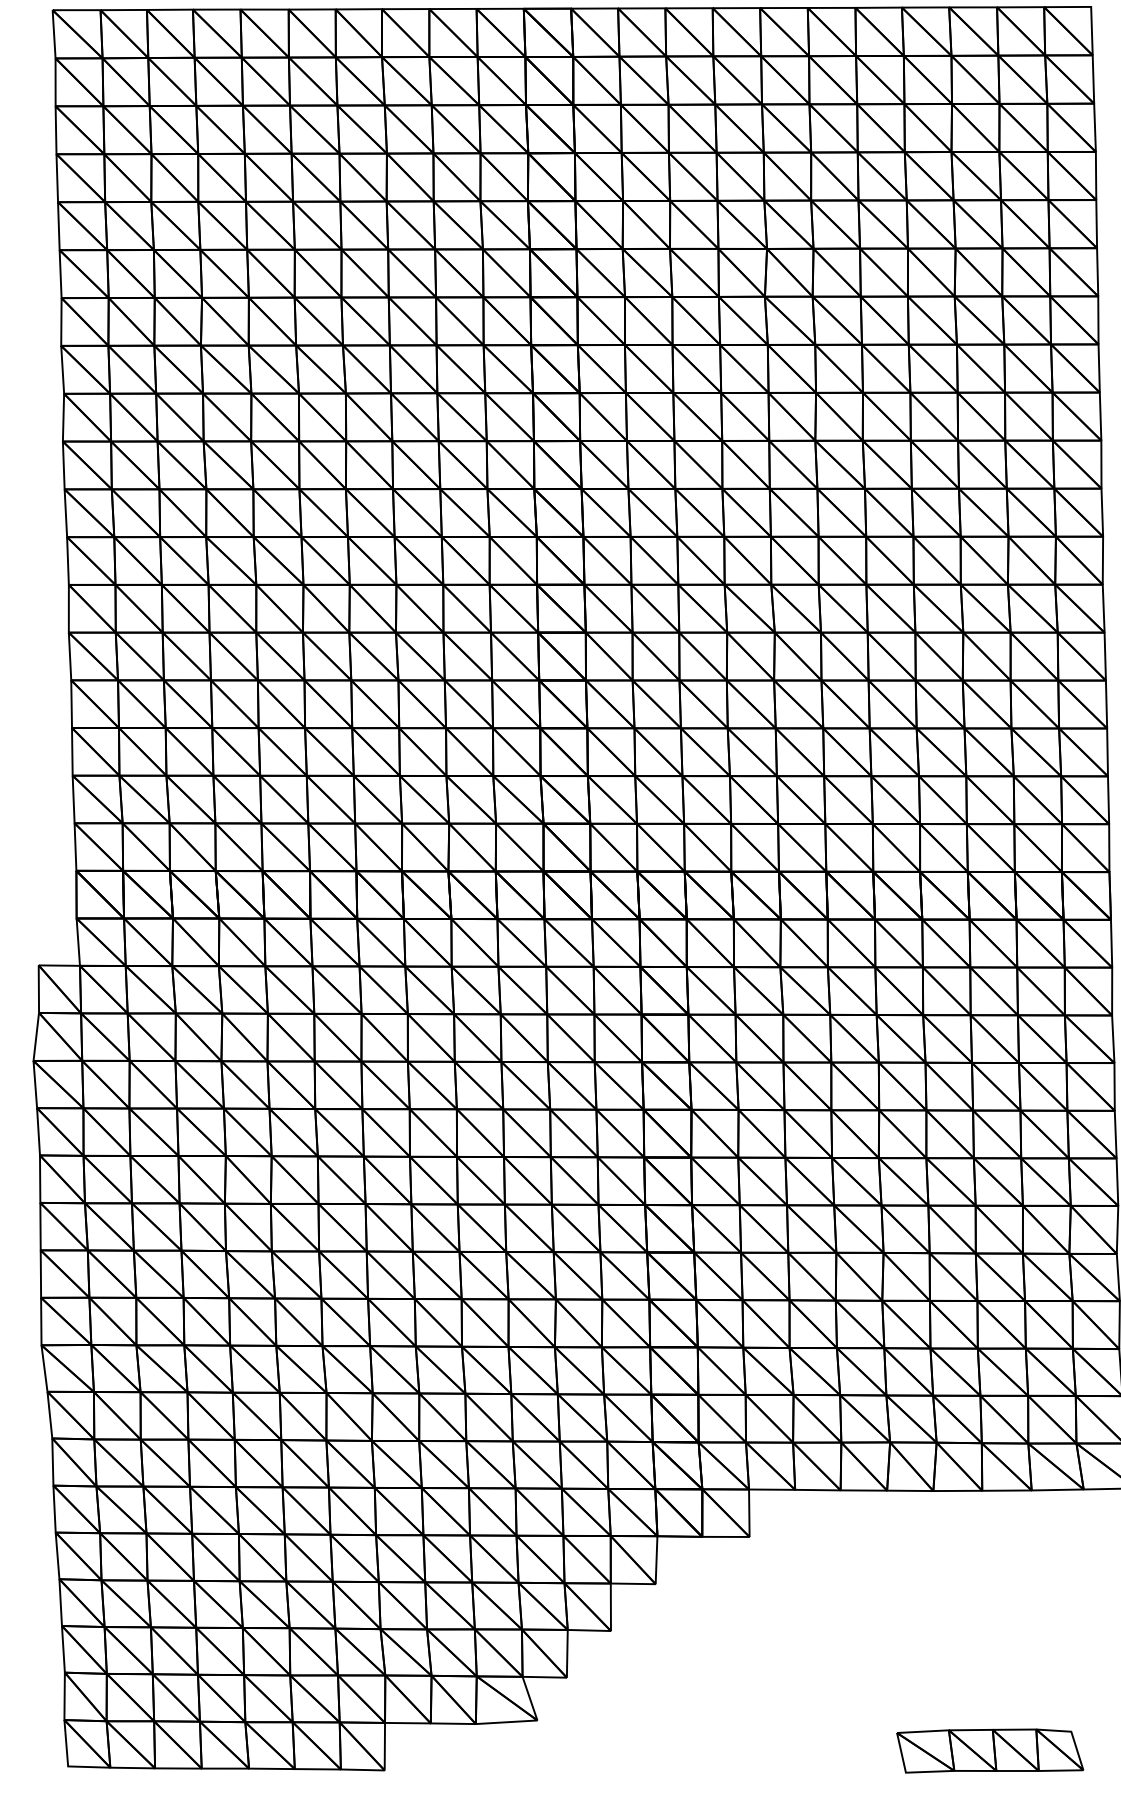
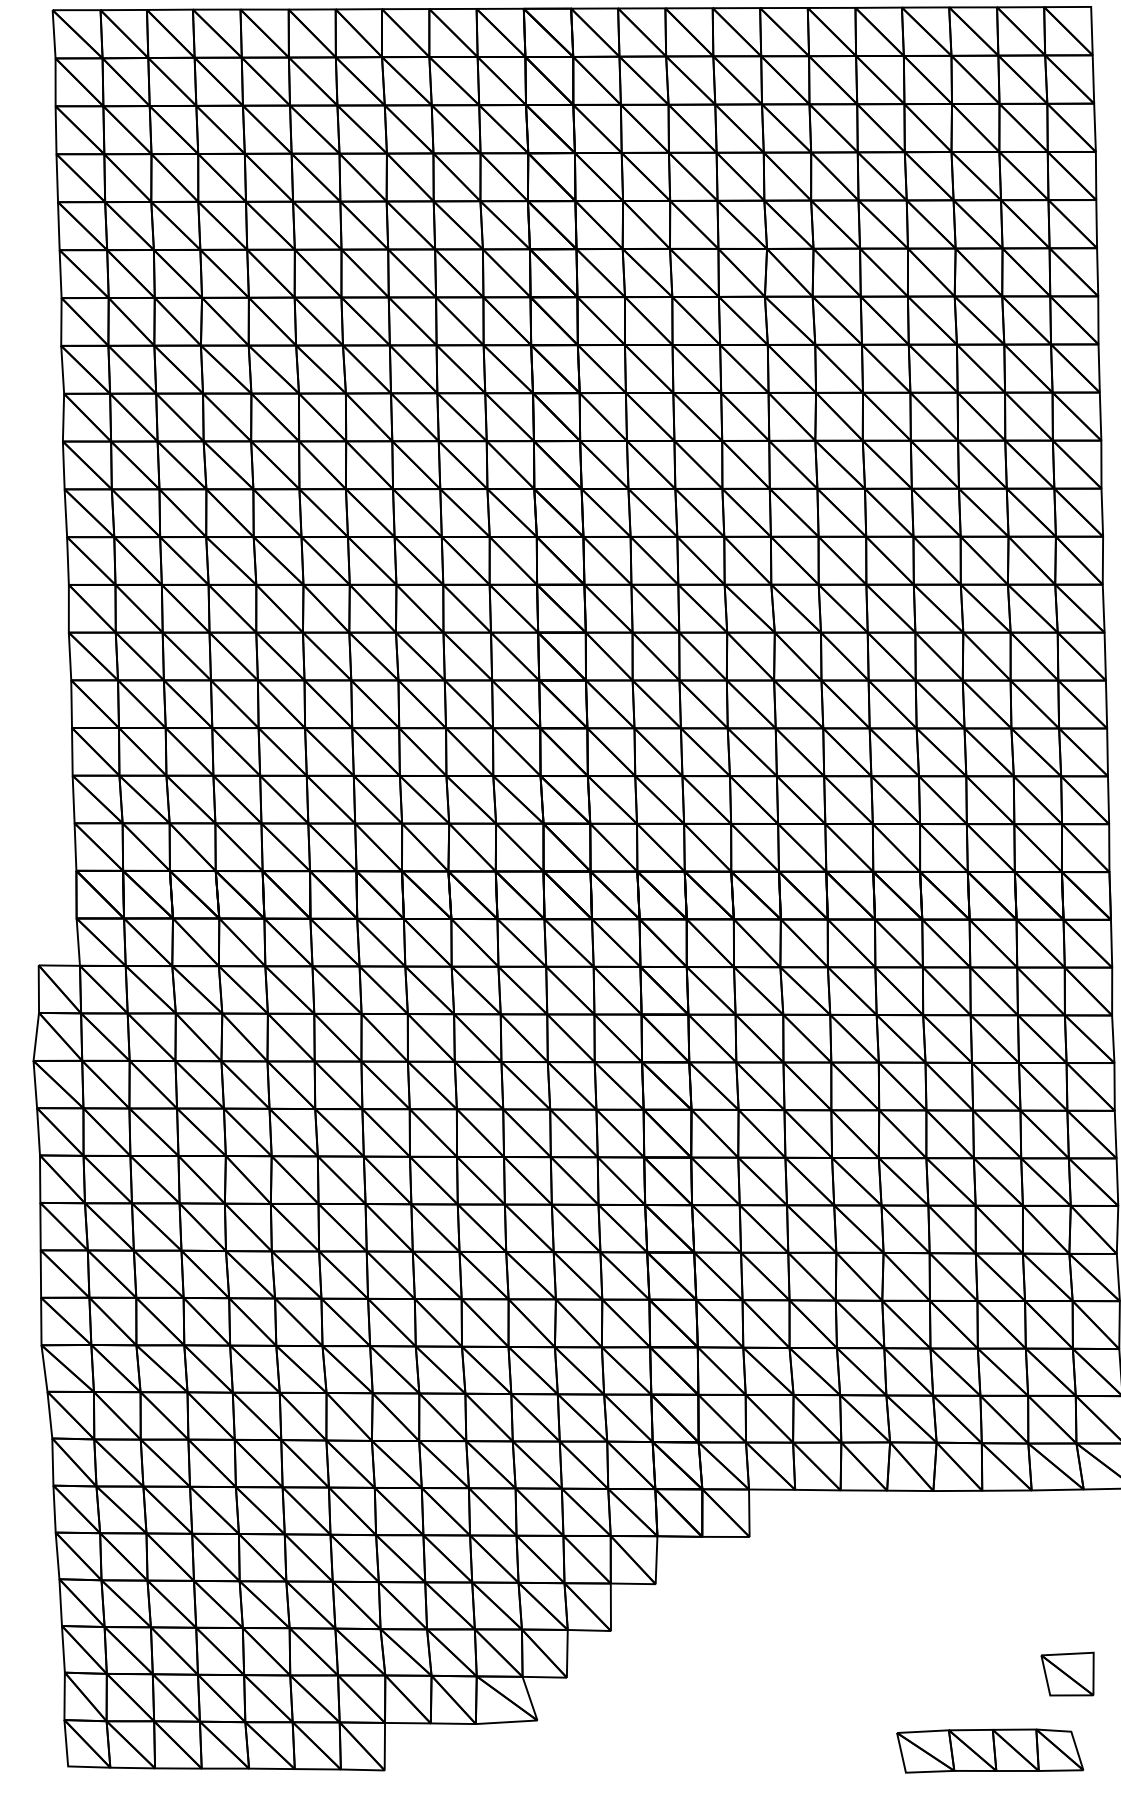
part at (1067, 1673): none -> present
